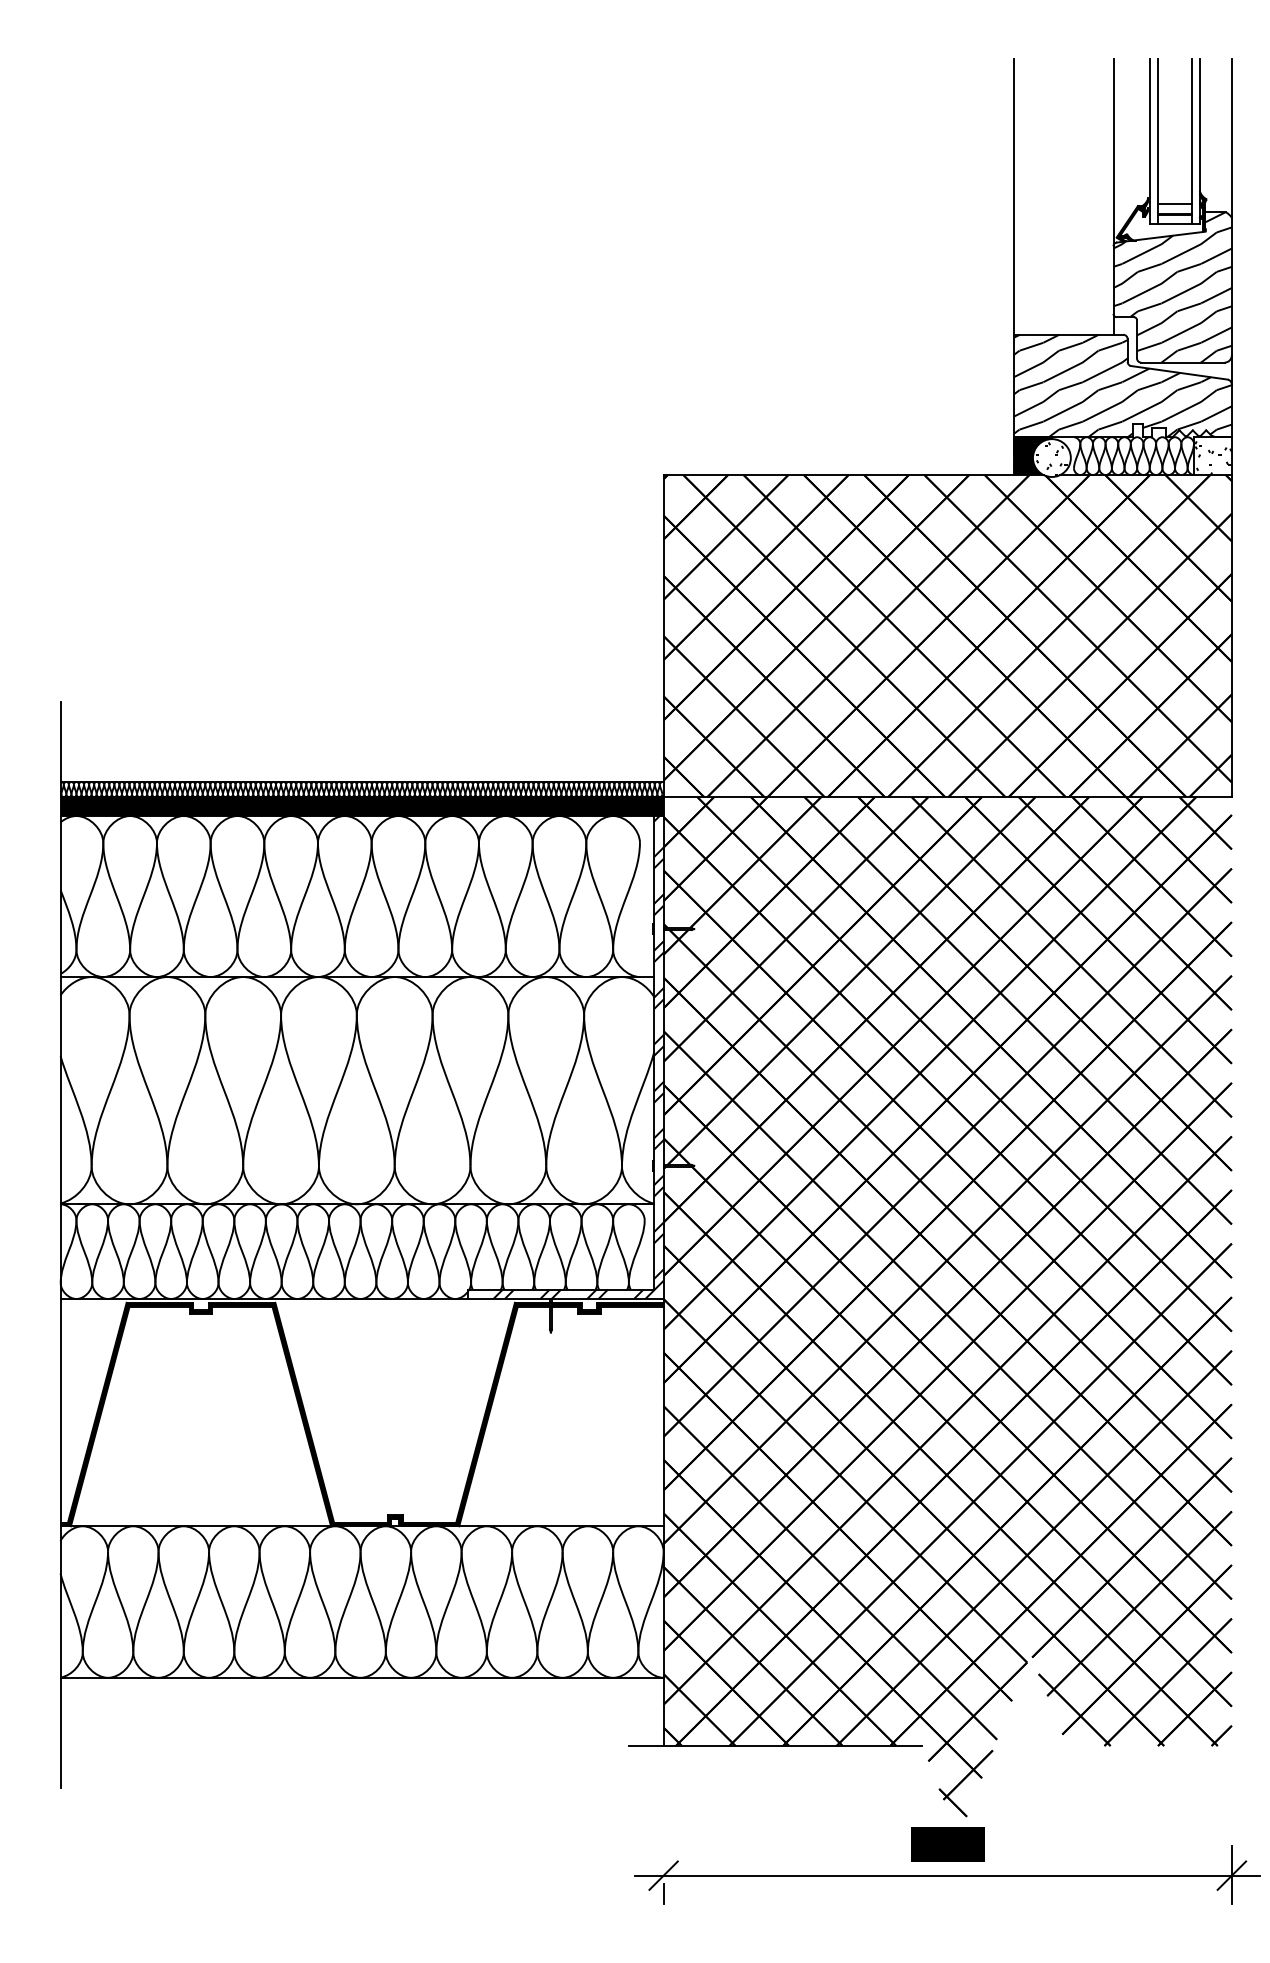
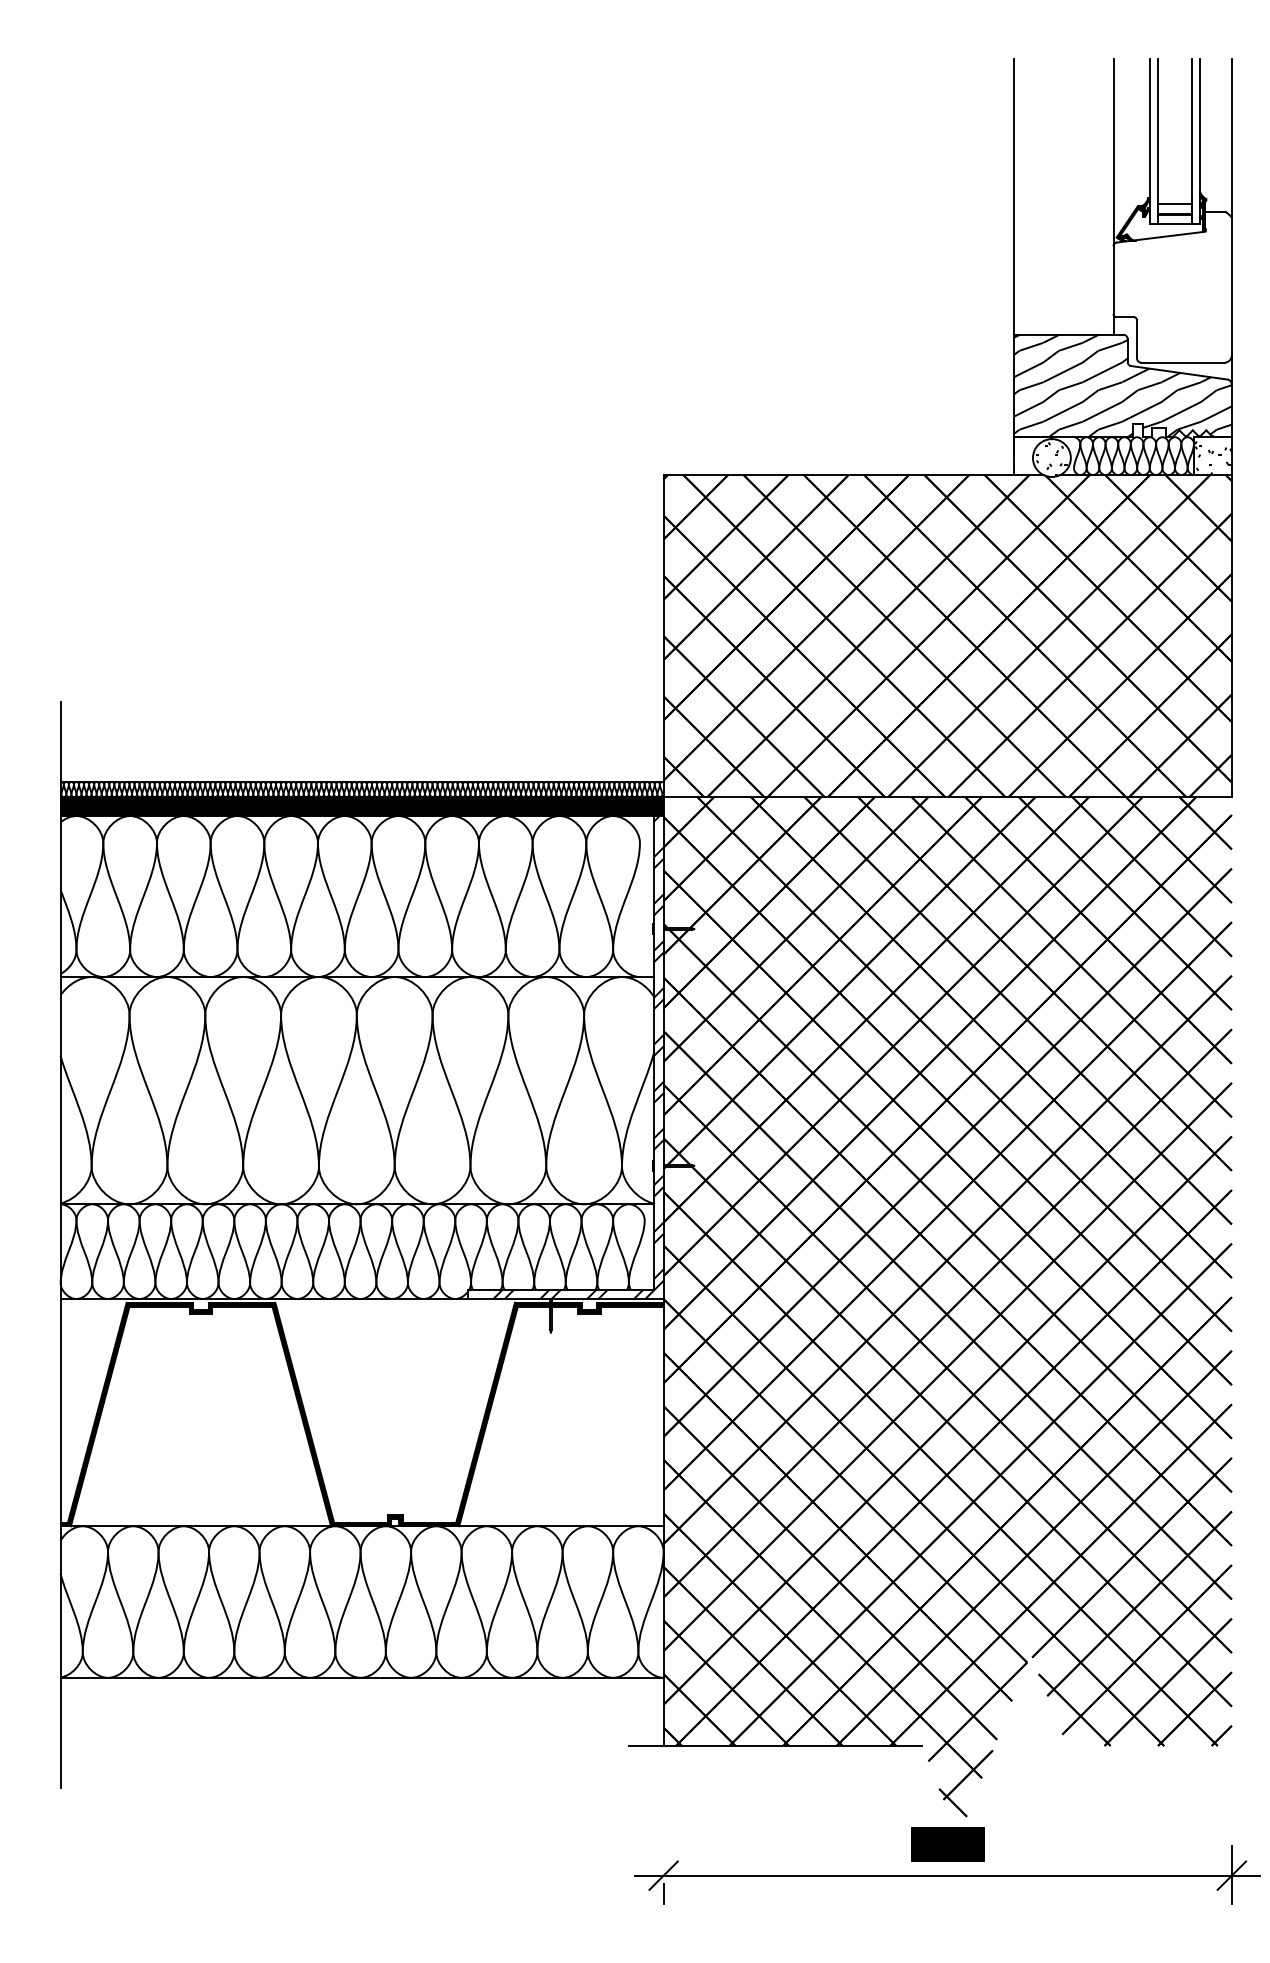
hatch at (1172, 287): present -> none
fill at (1032, 456): present -> none
